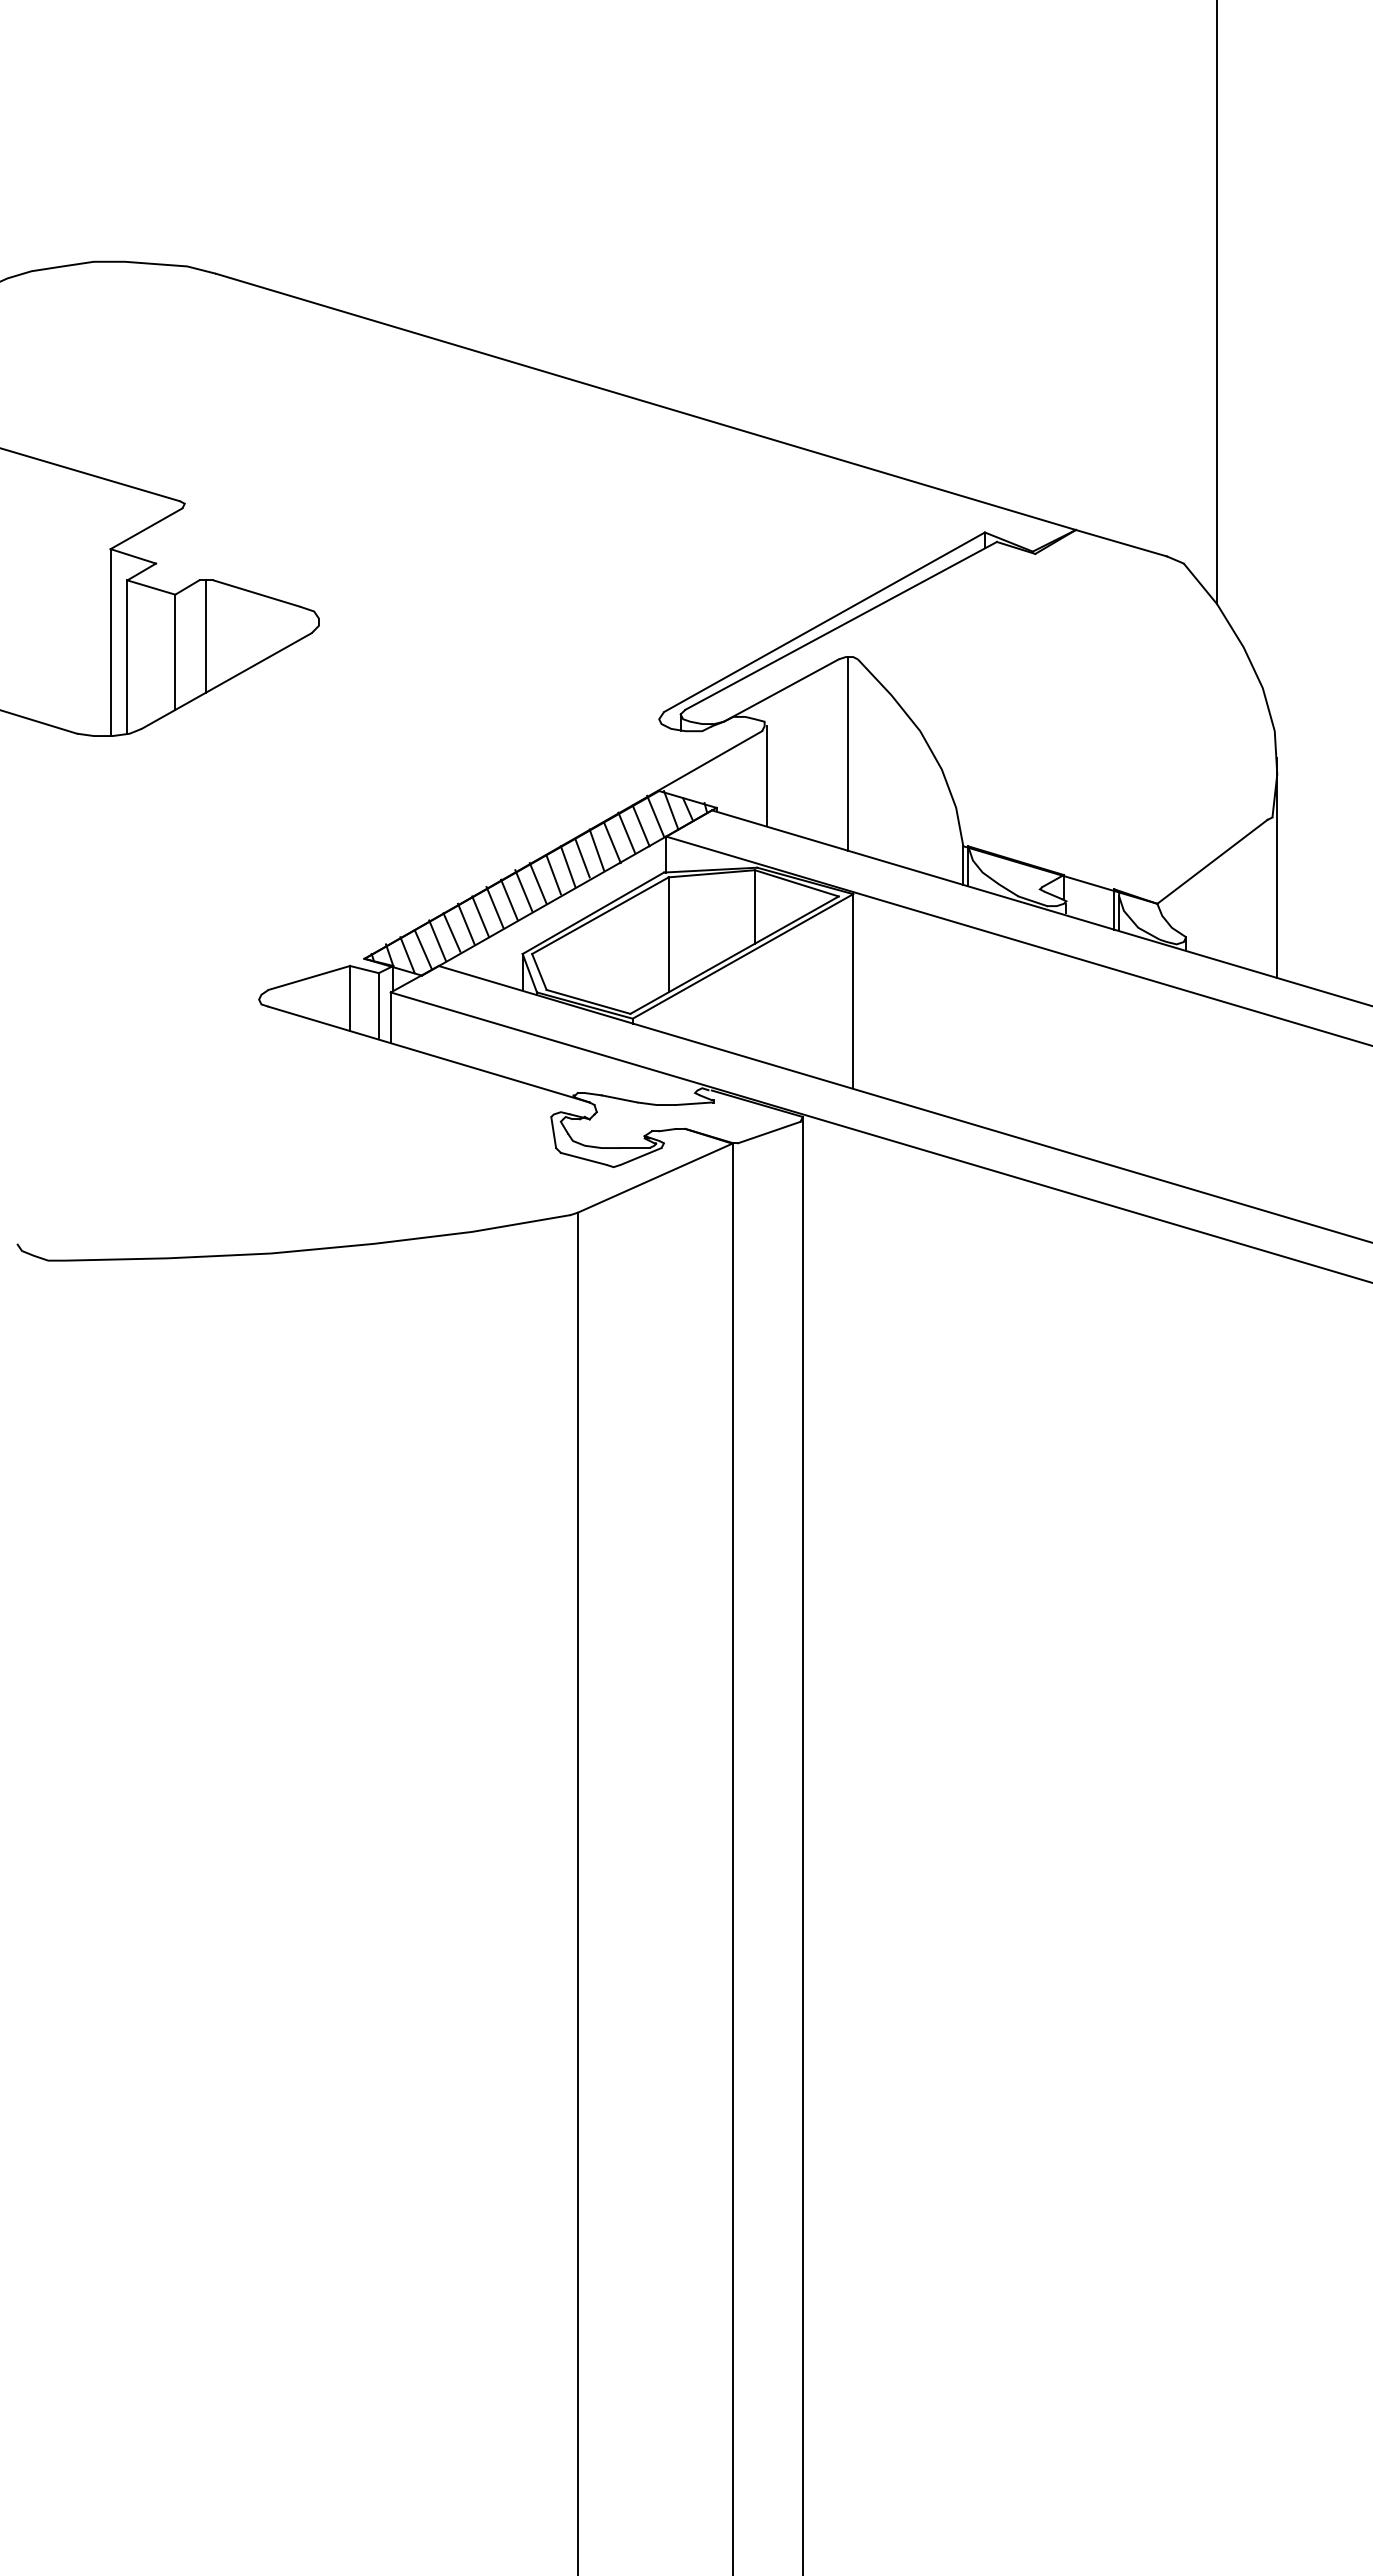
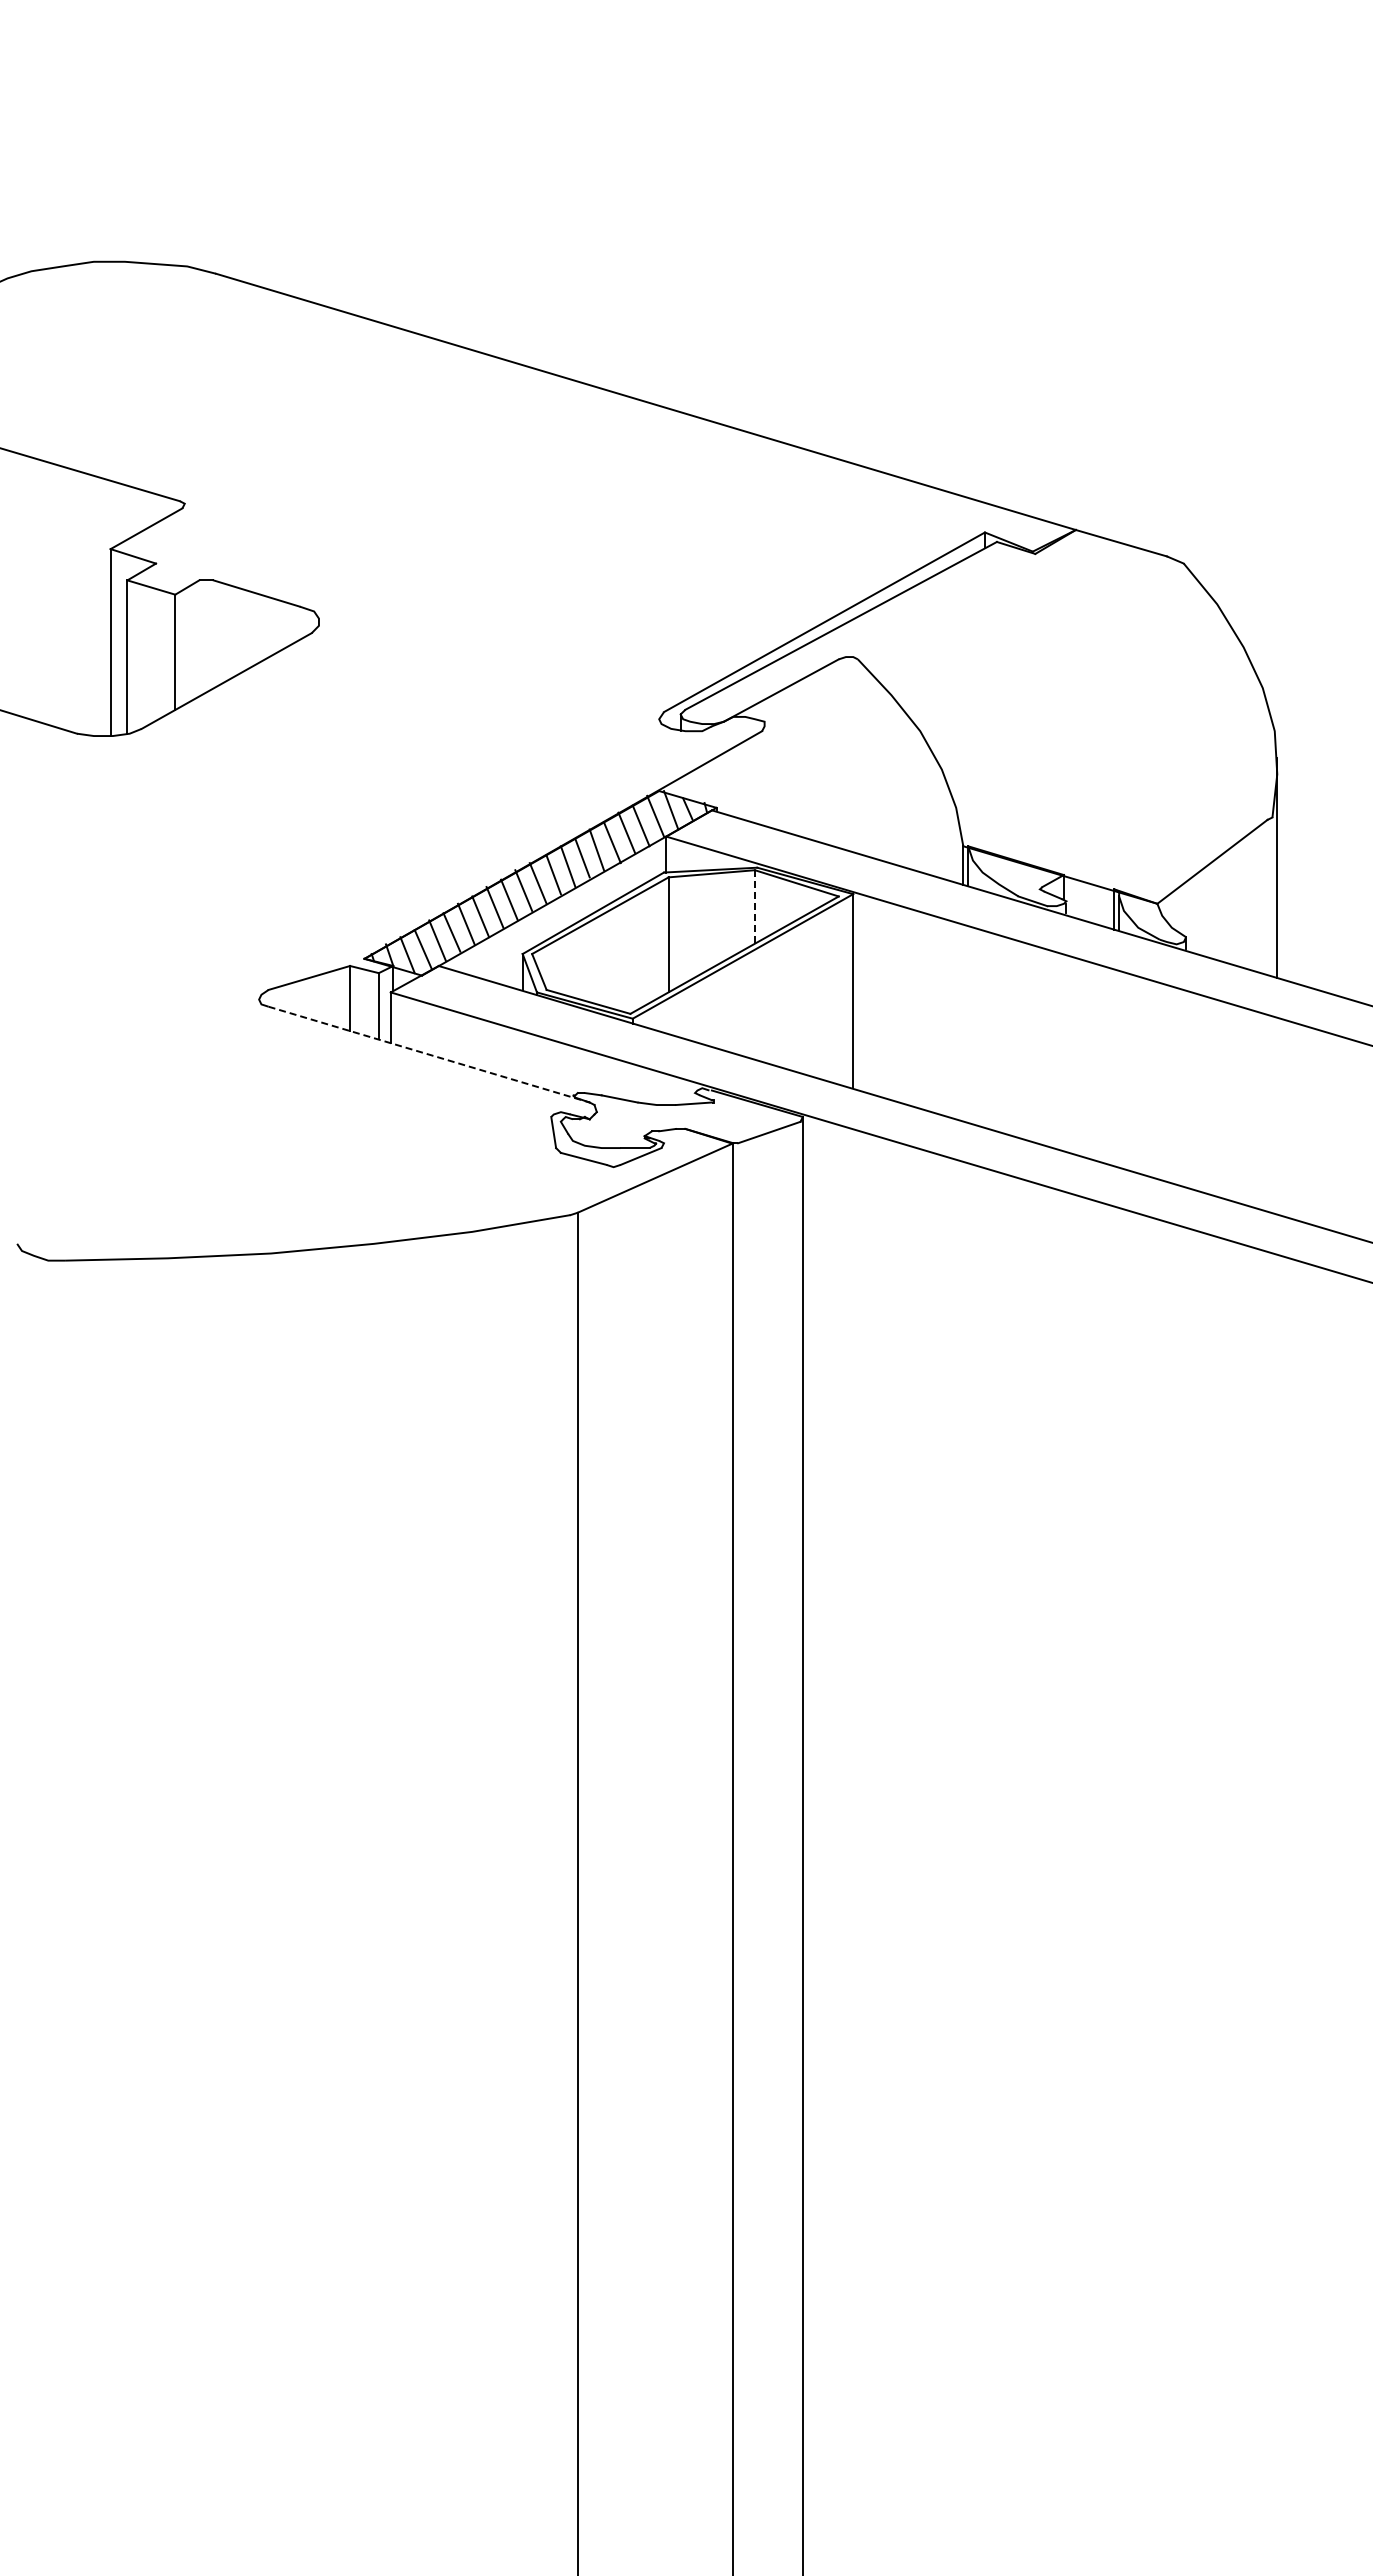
line at (1217, 303): present -> none
line at (206, 636): present -> none
line at (848, 754): present -> none
line at (766, 775): present -> none
line at (754, 907): solid -> dashed
line at (429, 1054): solid -> dashed
